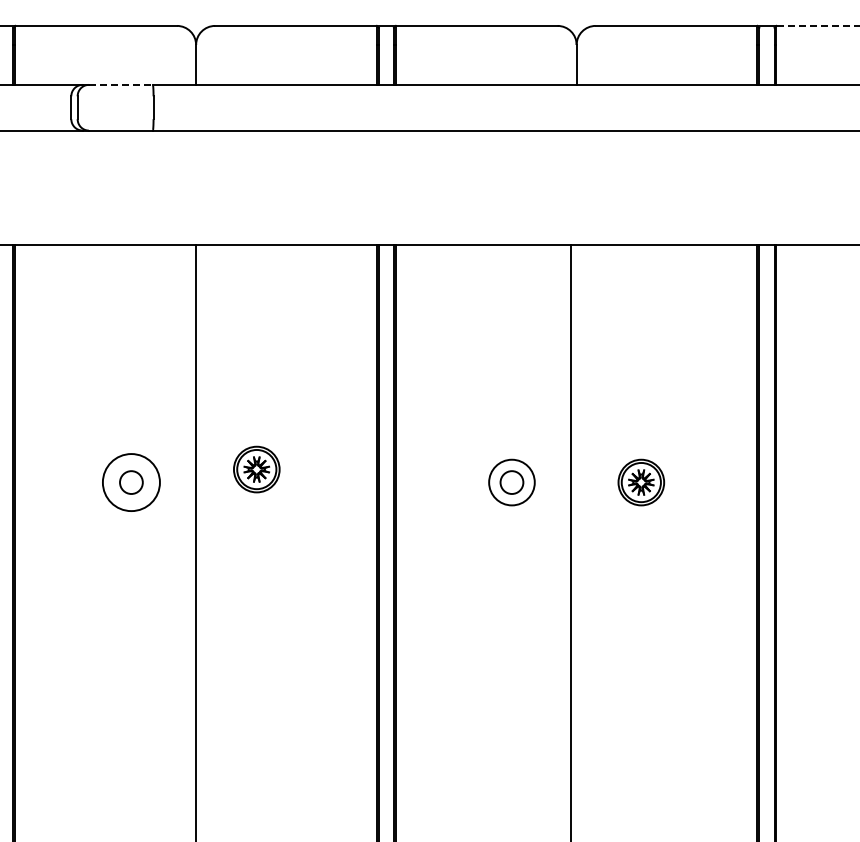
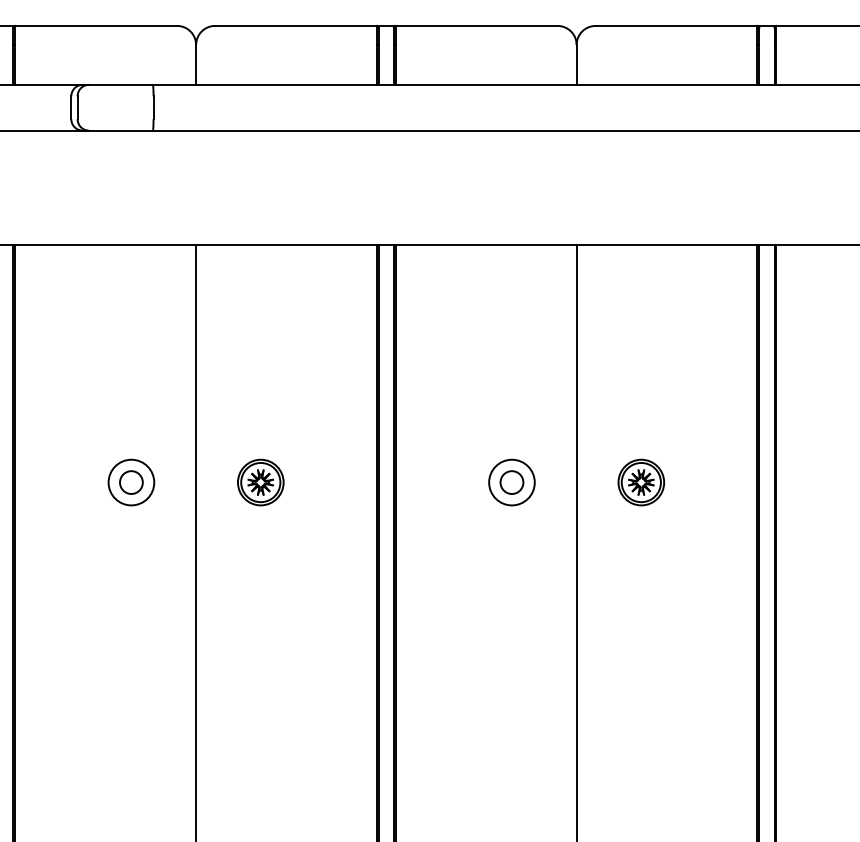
line at (817, 25): dashed -> solid
line at (121, 84): dashed -> solid
part at (256, 469) position: (256, 469) -> (260, 482)
circle at (130, 482) diameter: 57 px -> 46 px
line at (570, 541) position: (570, 541) -> (576, 541)
